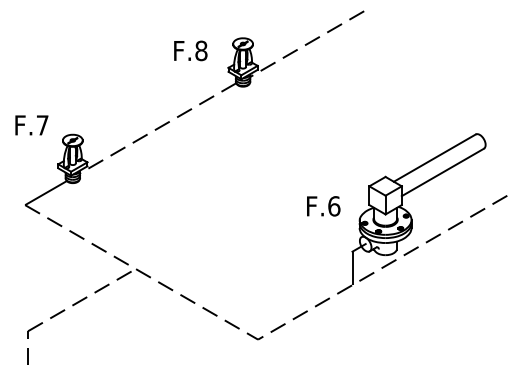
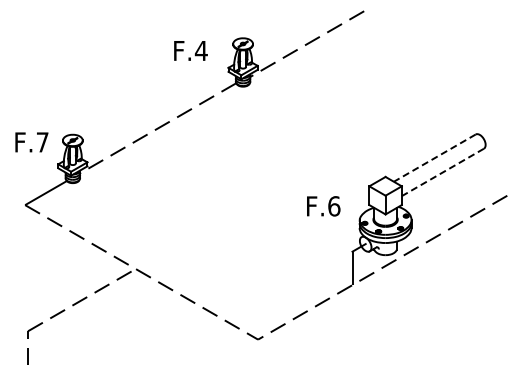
text at (200, 50): F.8 -> F.4
text at (31, 125) position: (31, 125) -> (31, 142)
line at (434, 158): solid -> dashed
line at (442, 172): solid -> dashed
